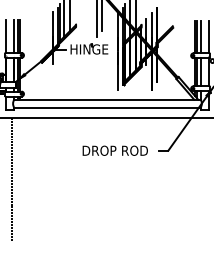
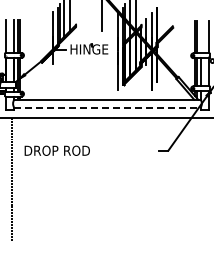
line at (96, 19): present -> none
line at (200, 37): present -> none
line at (107, 107): solid -> dashed
text at (114, 150) position: (114, 150) -> (56, 150)
